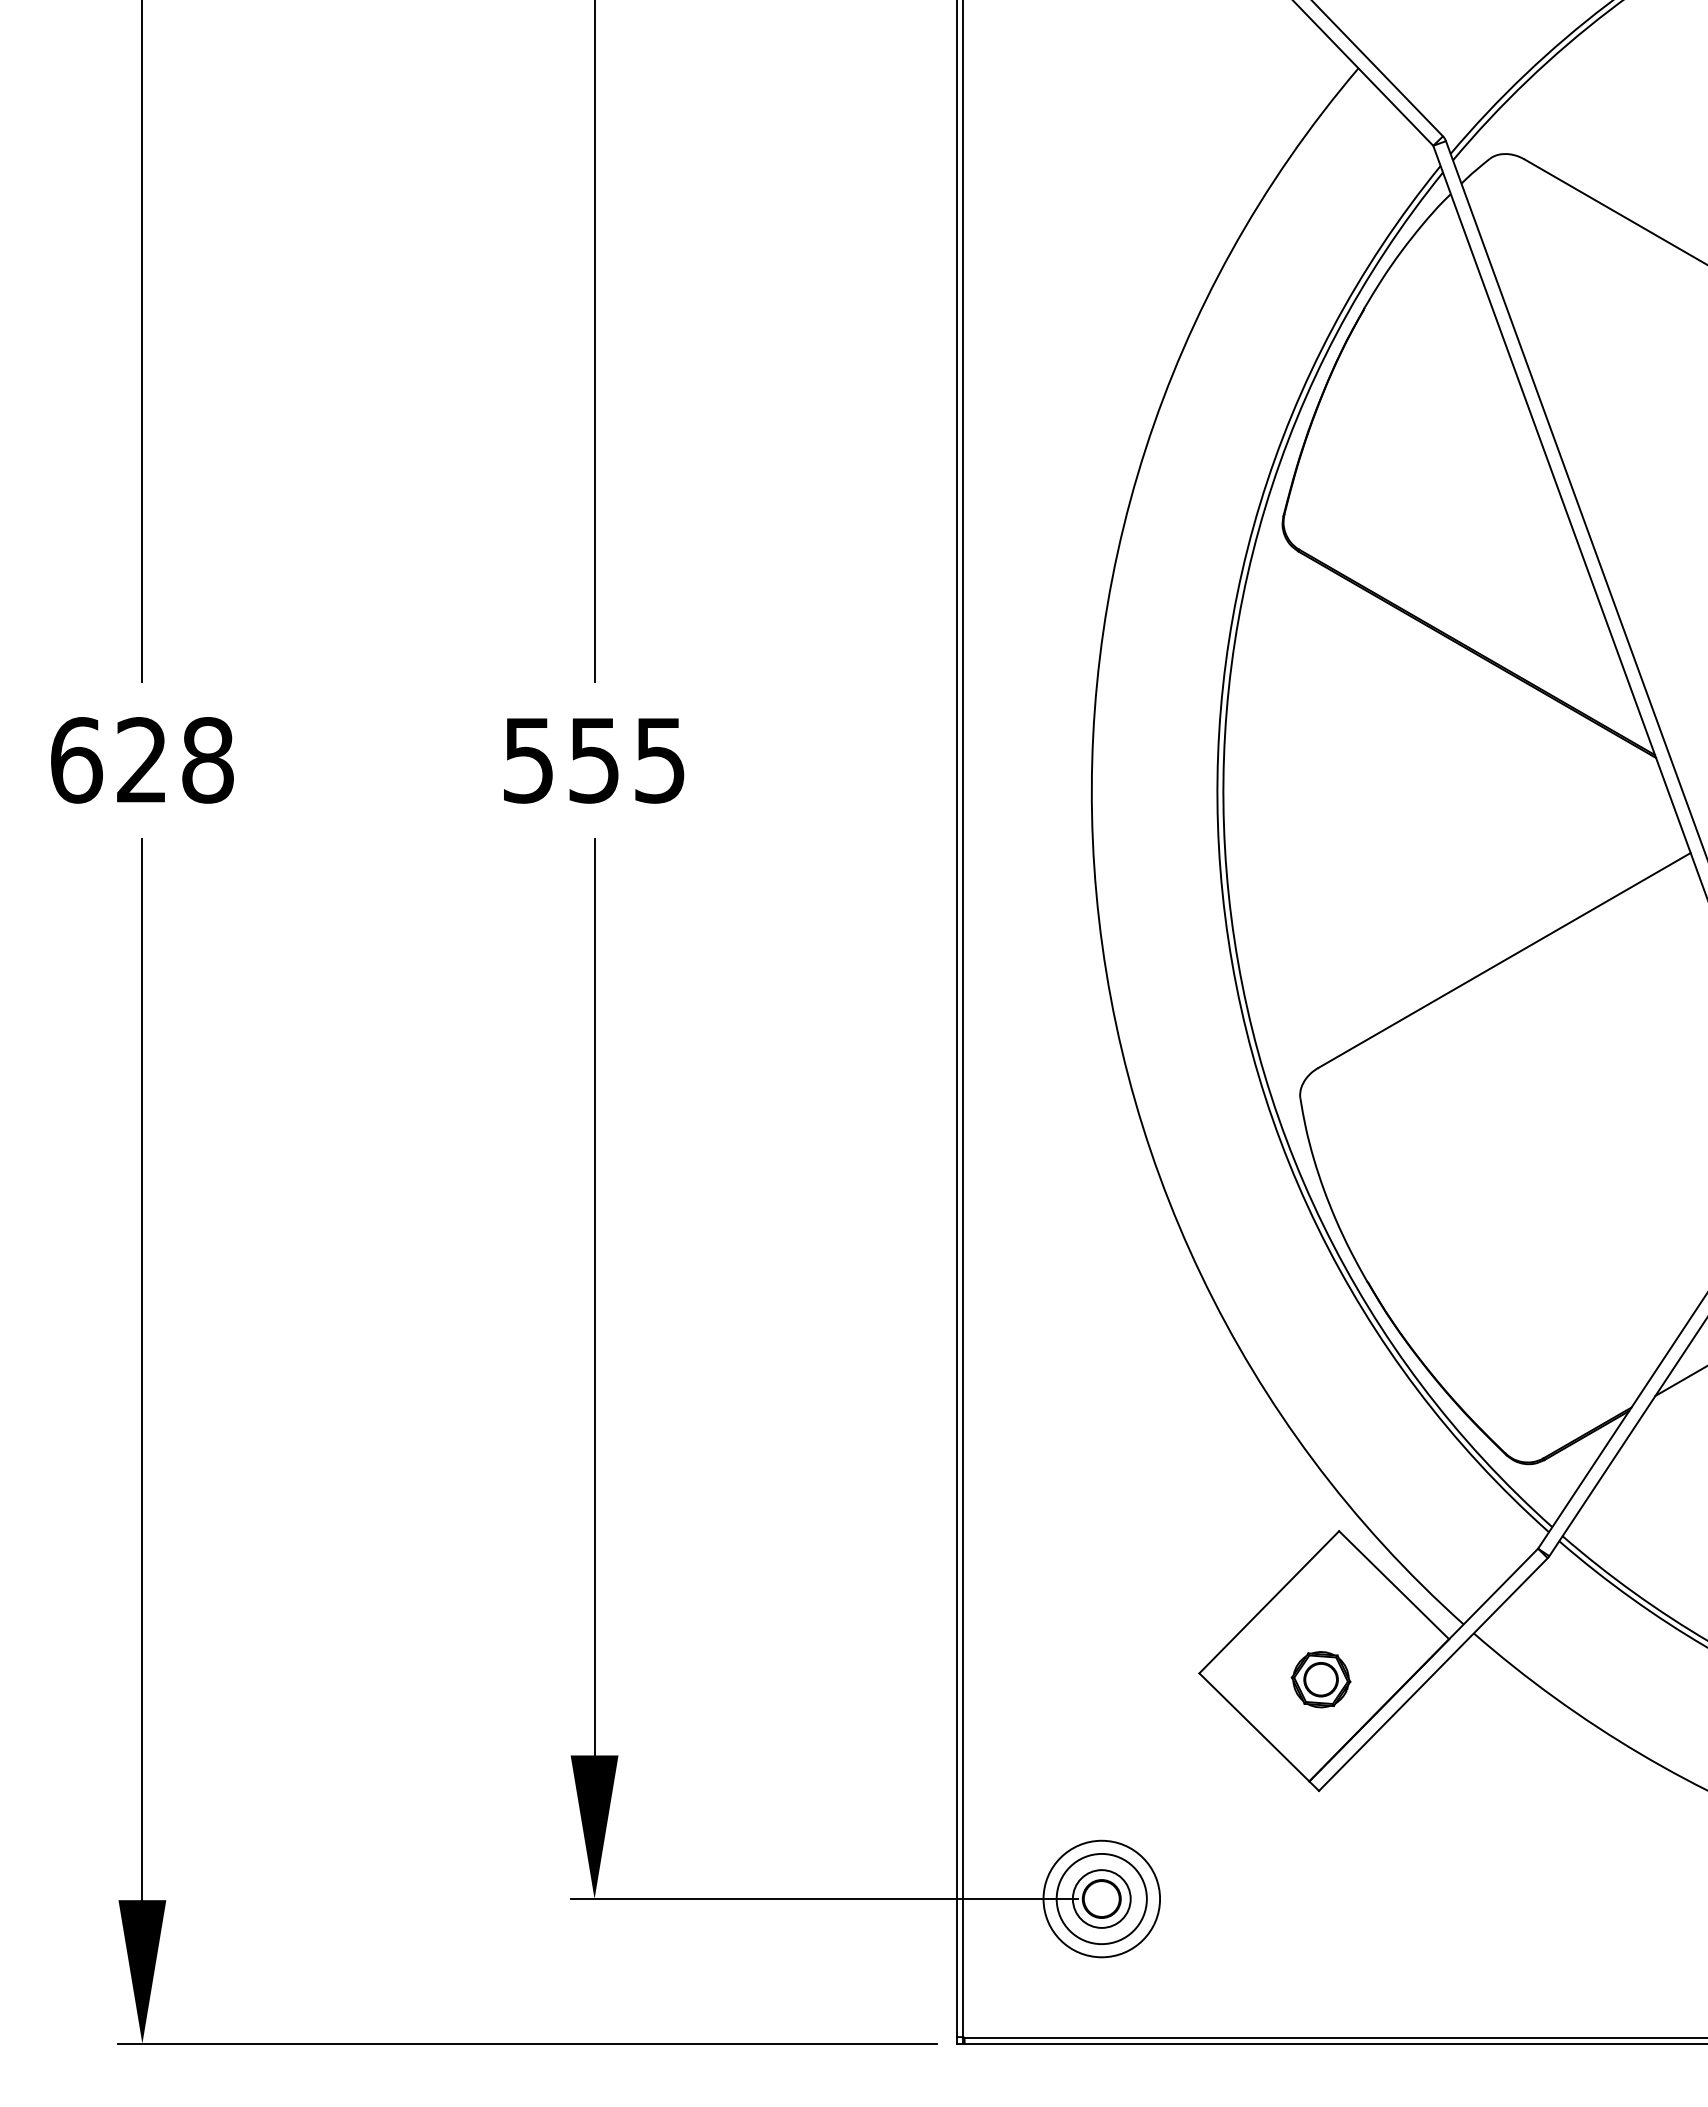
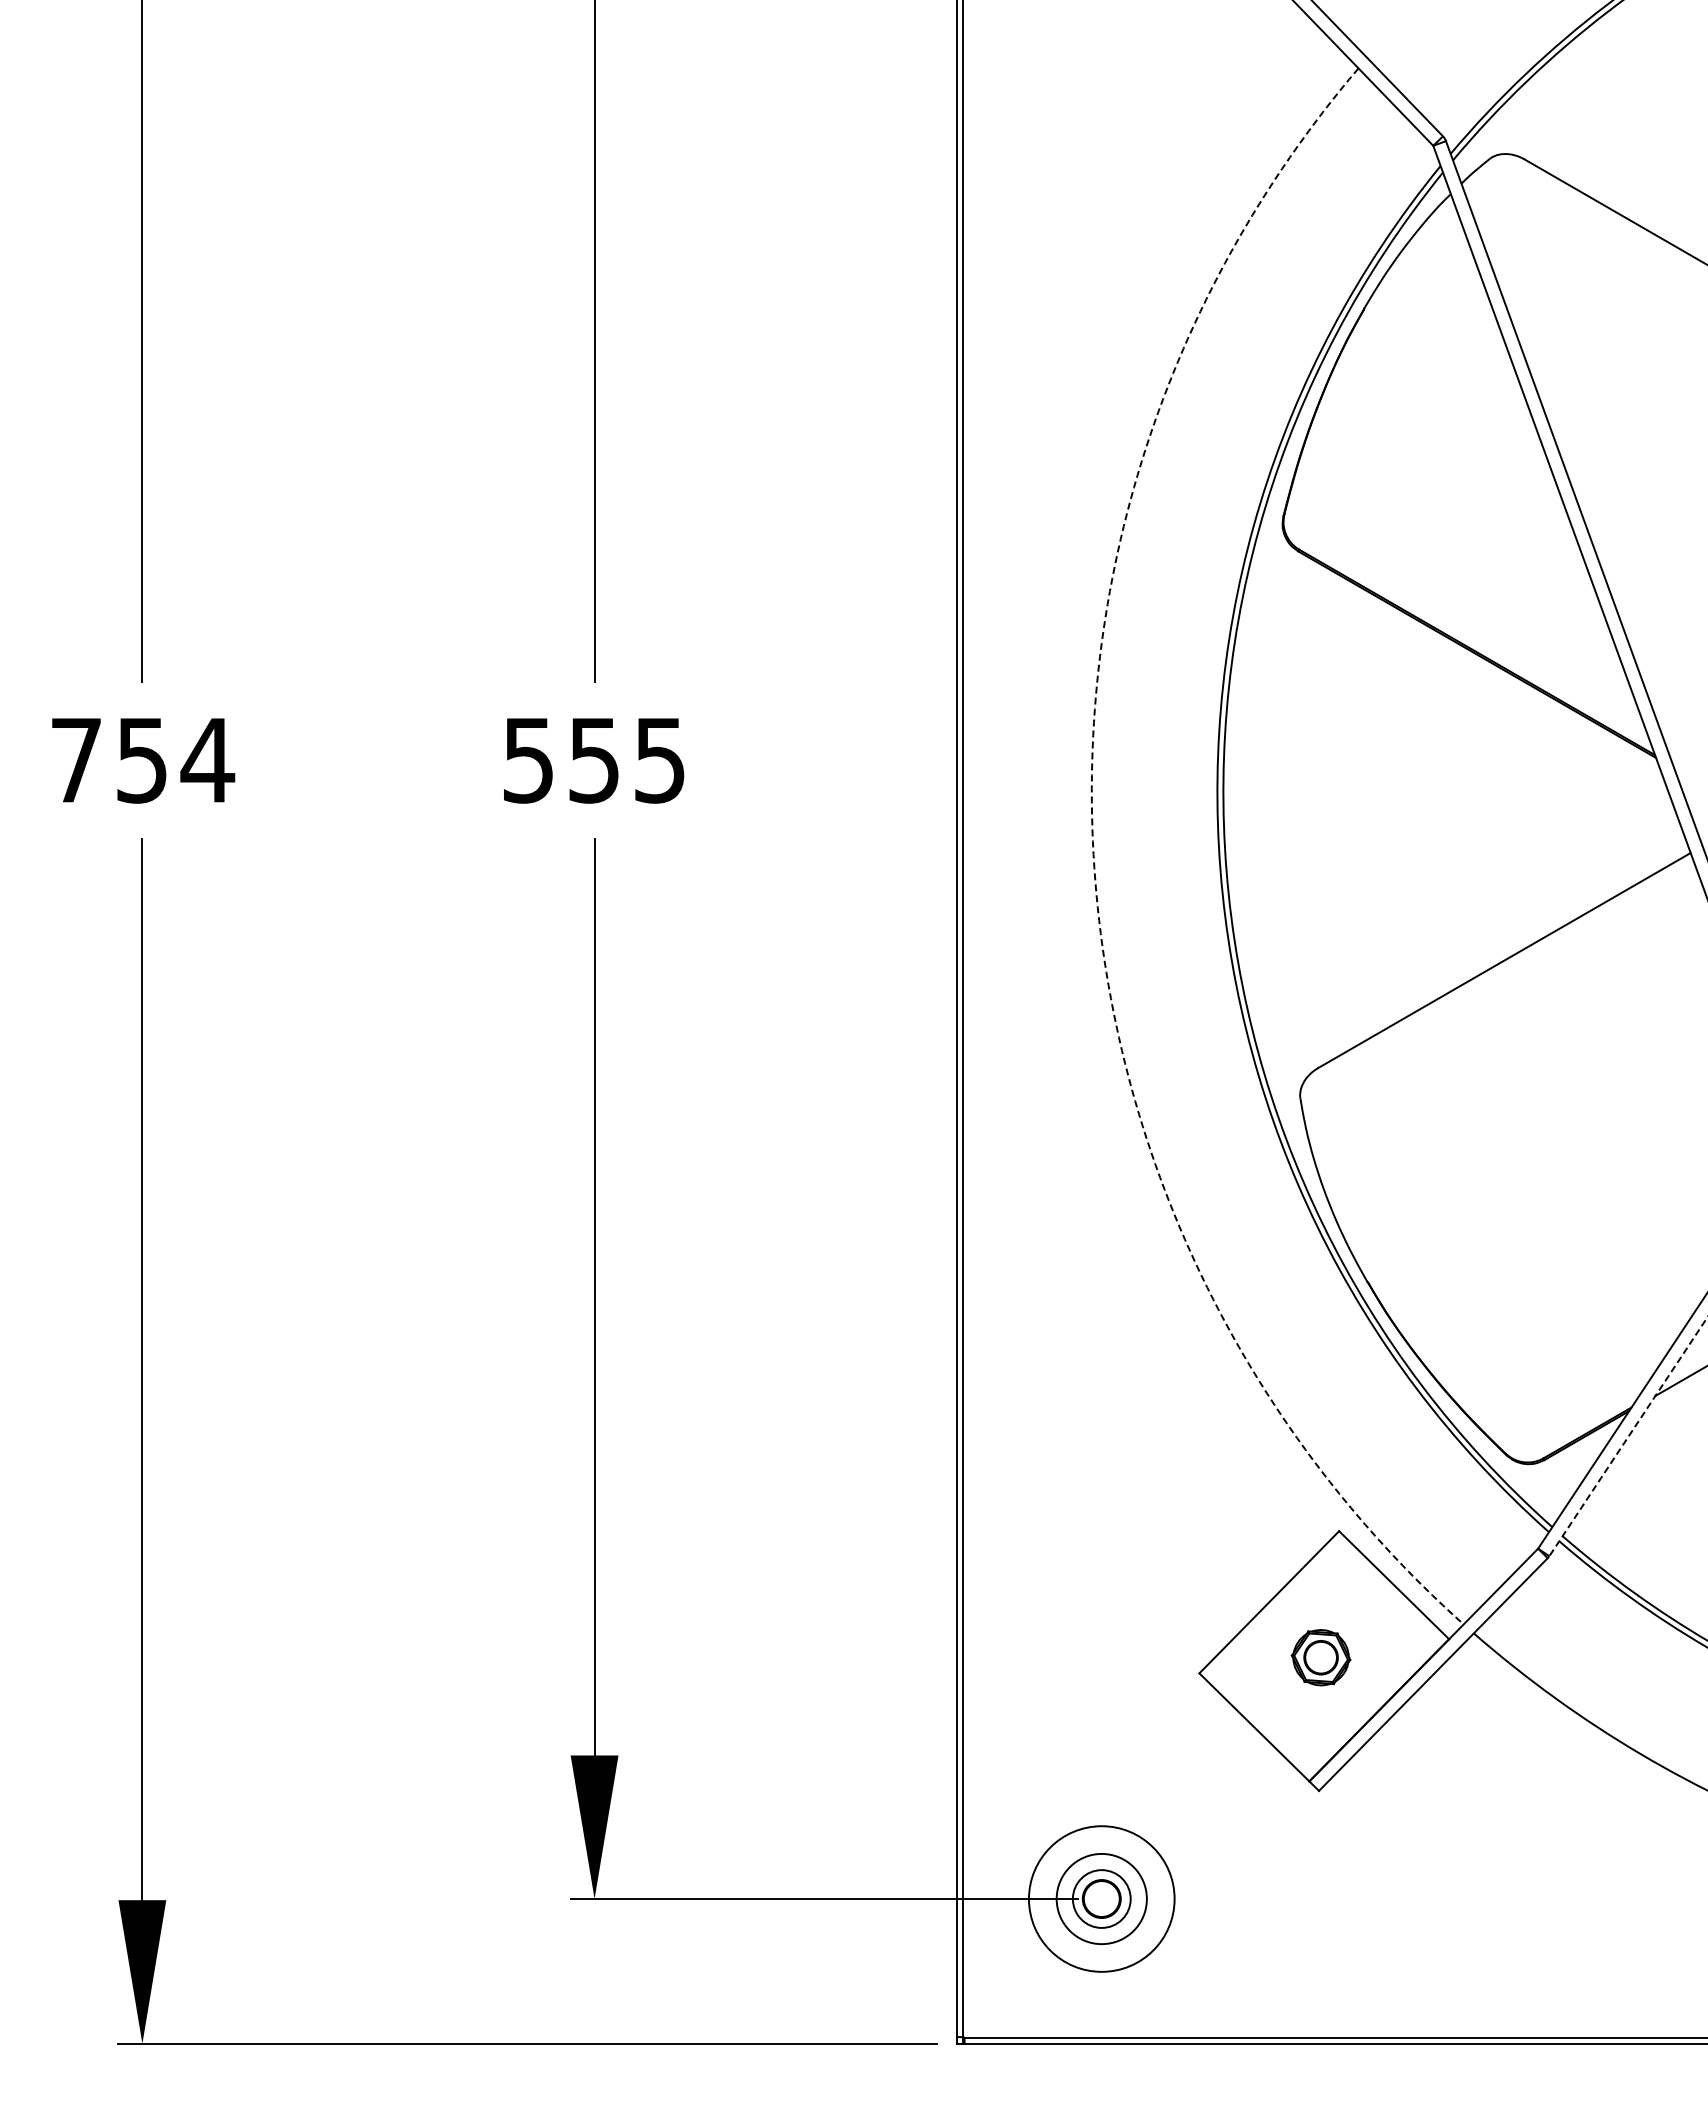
text at (143, 760): 628 -> 754
arc at (1094, 867): solid -> dashed
line at (1628, 1436): solid -> dashed
part at (1320, 1679) position: (1320, 1679) -> (1320, 1657)
circle at (1101, 1898) diameter: 117 px -> 146 px
